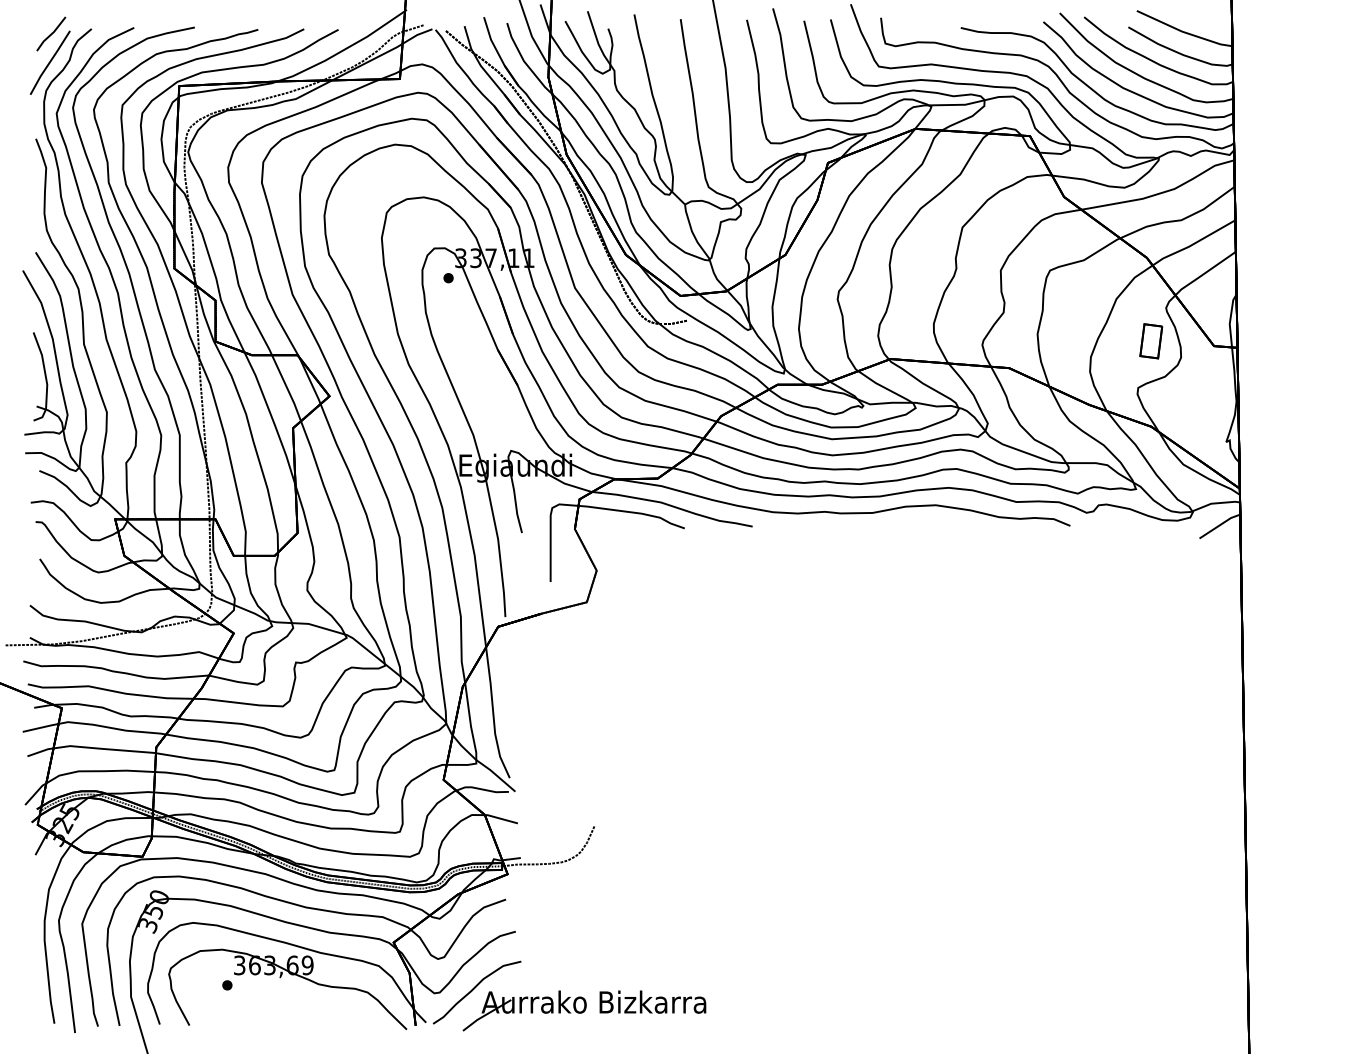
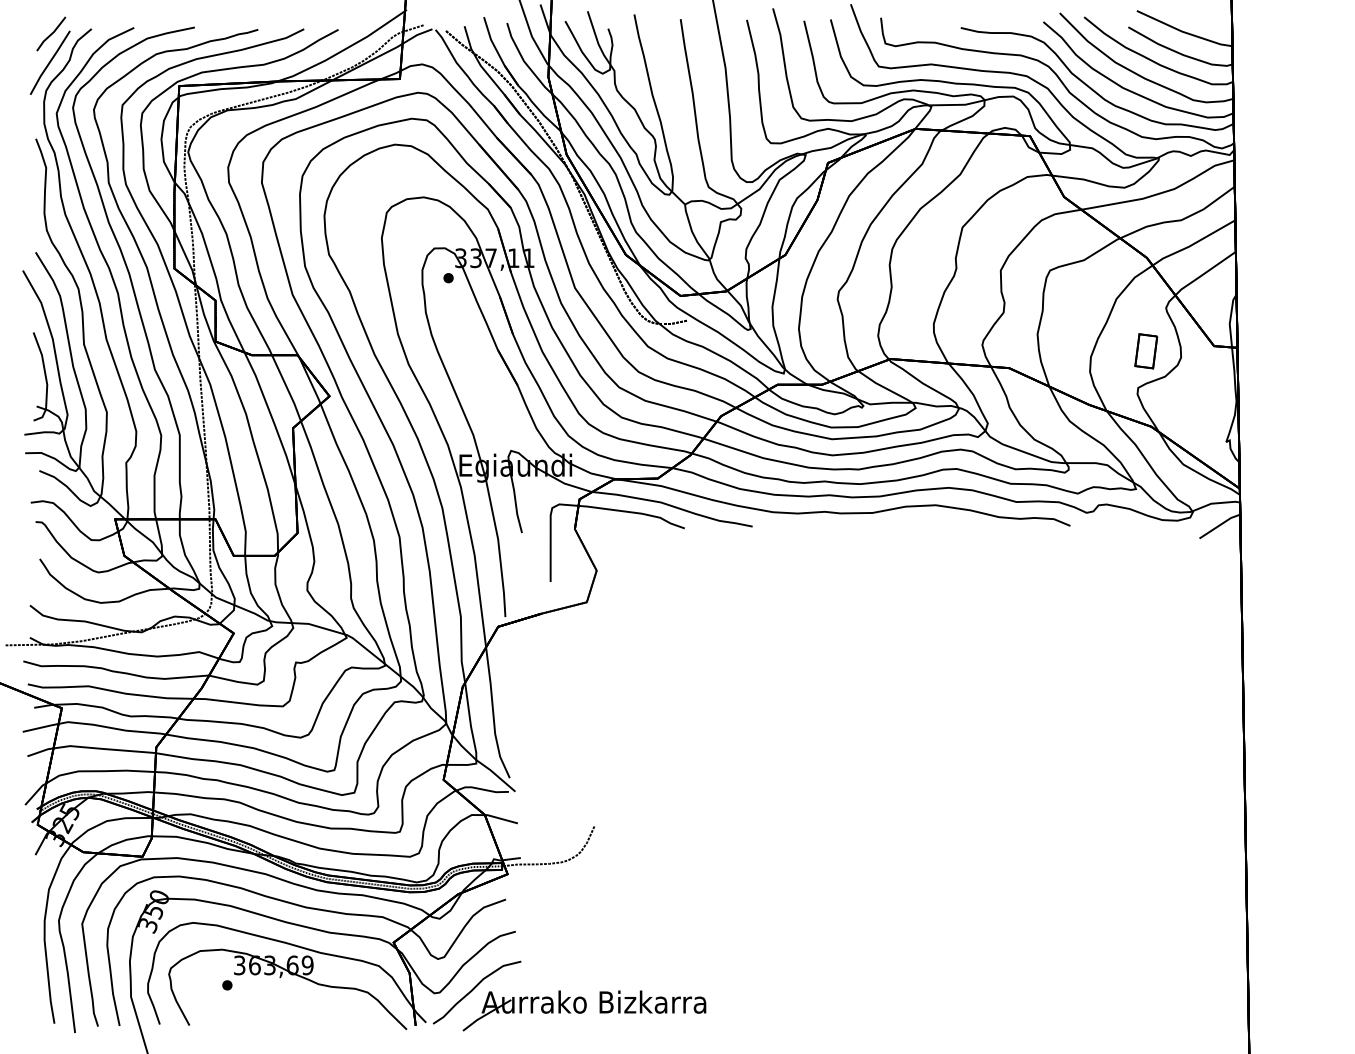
part at (1151, 341) position: (1151, 341) -> (1146, 351)
